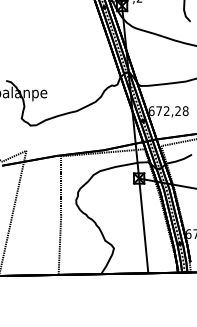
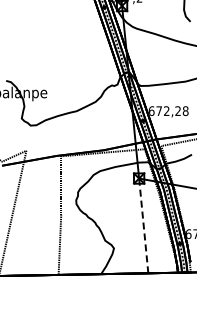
line at (143, 225): solid -> dashed
